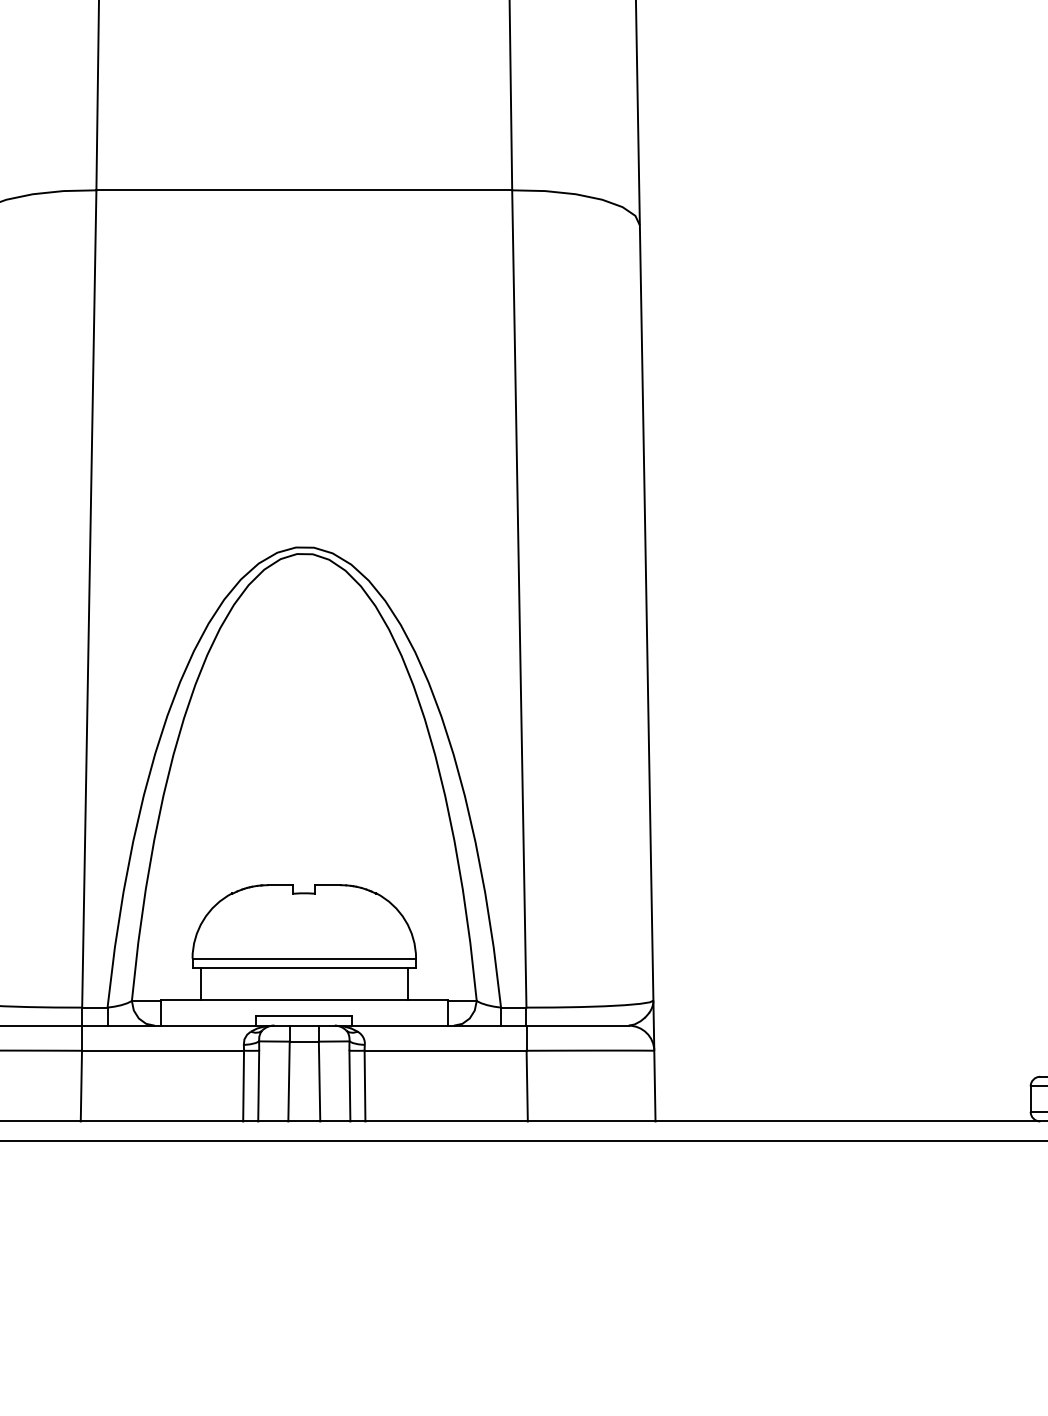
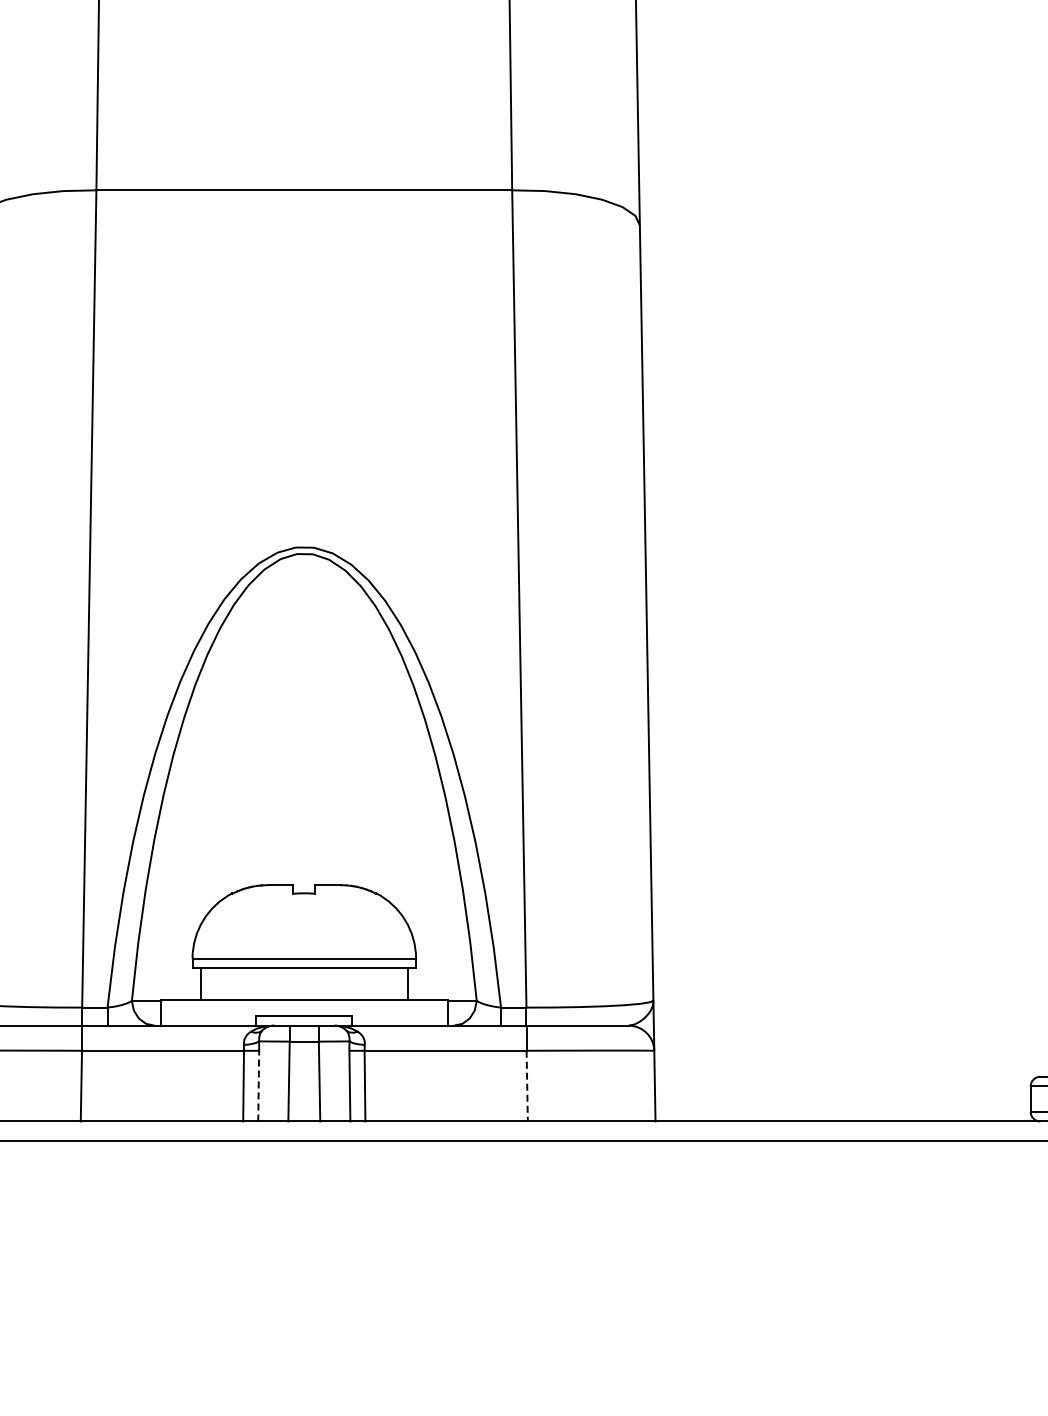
line at (258, 1085): solid -> dashed
line at (527, 1086): solid -> dashed
